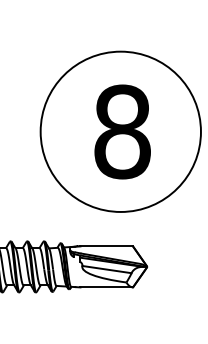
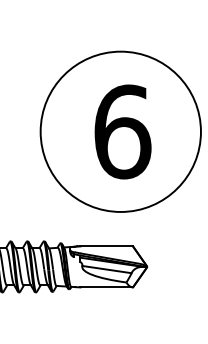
text at (122, 131): 8 -> 6
